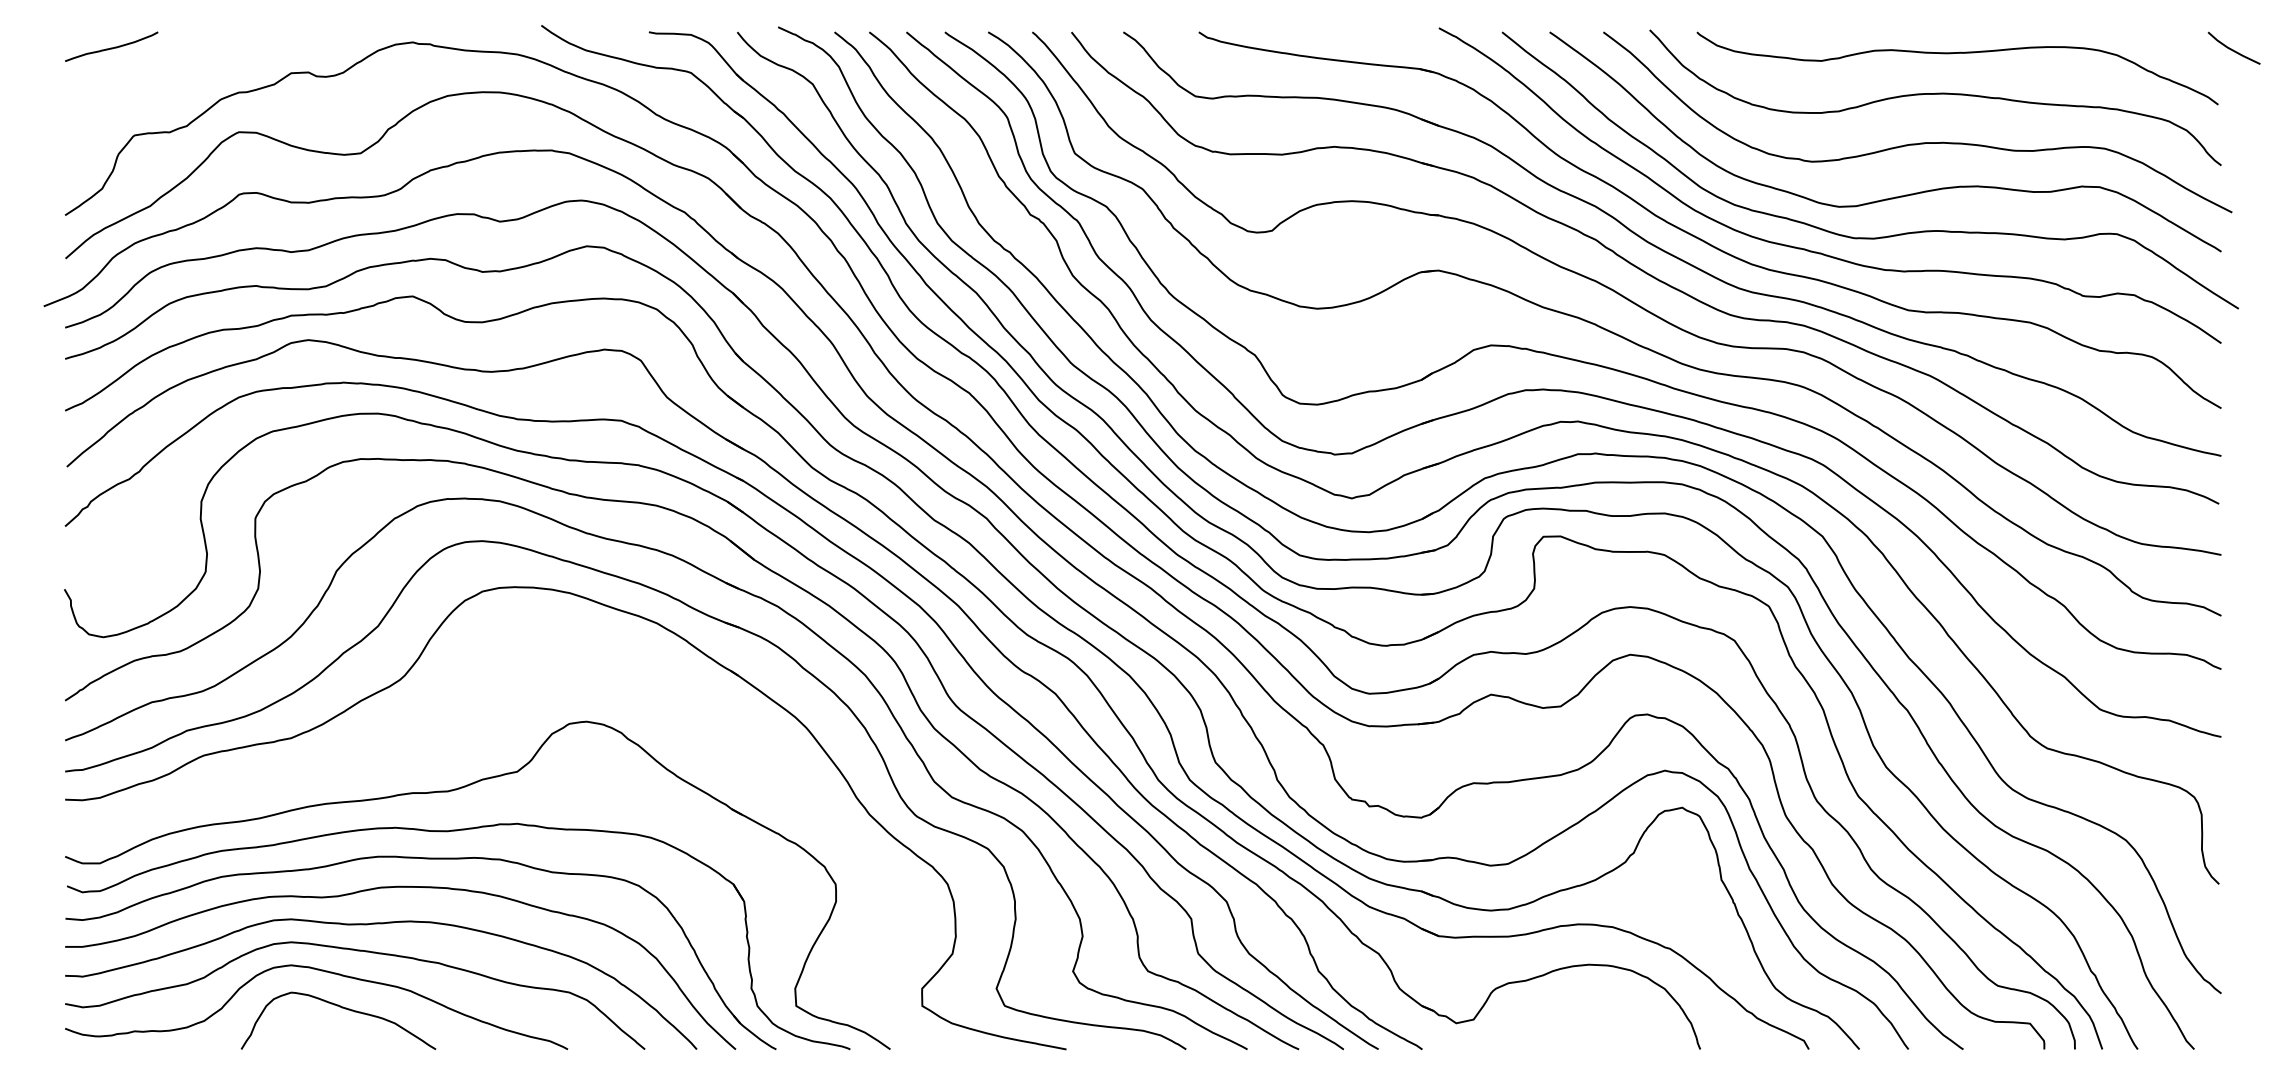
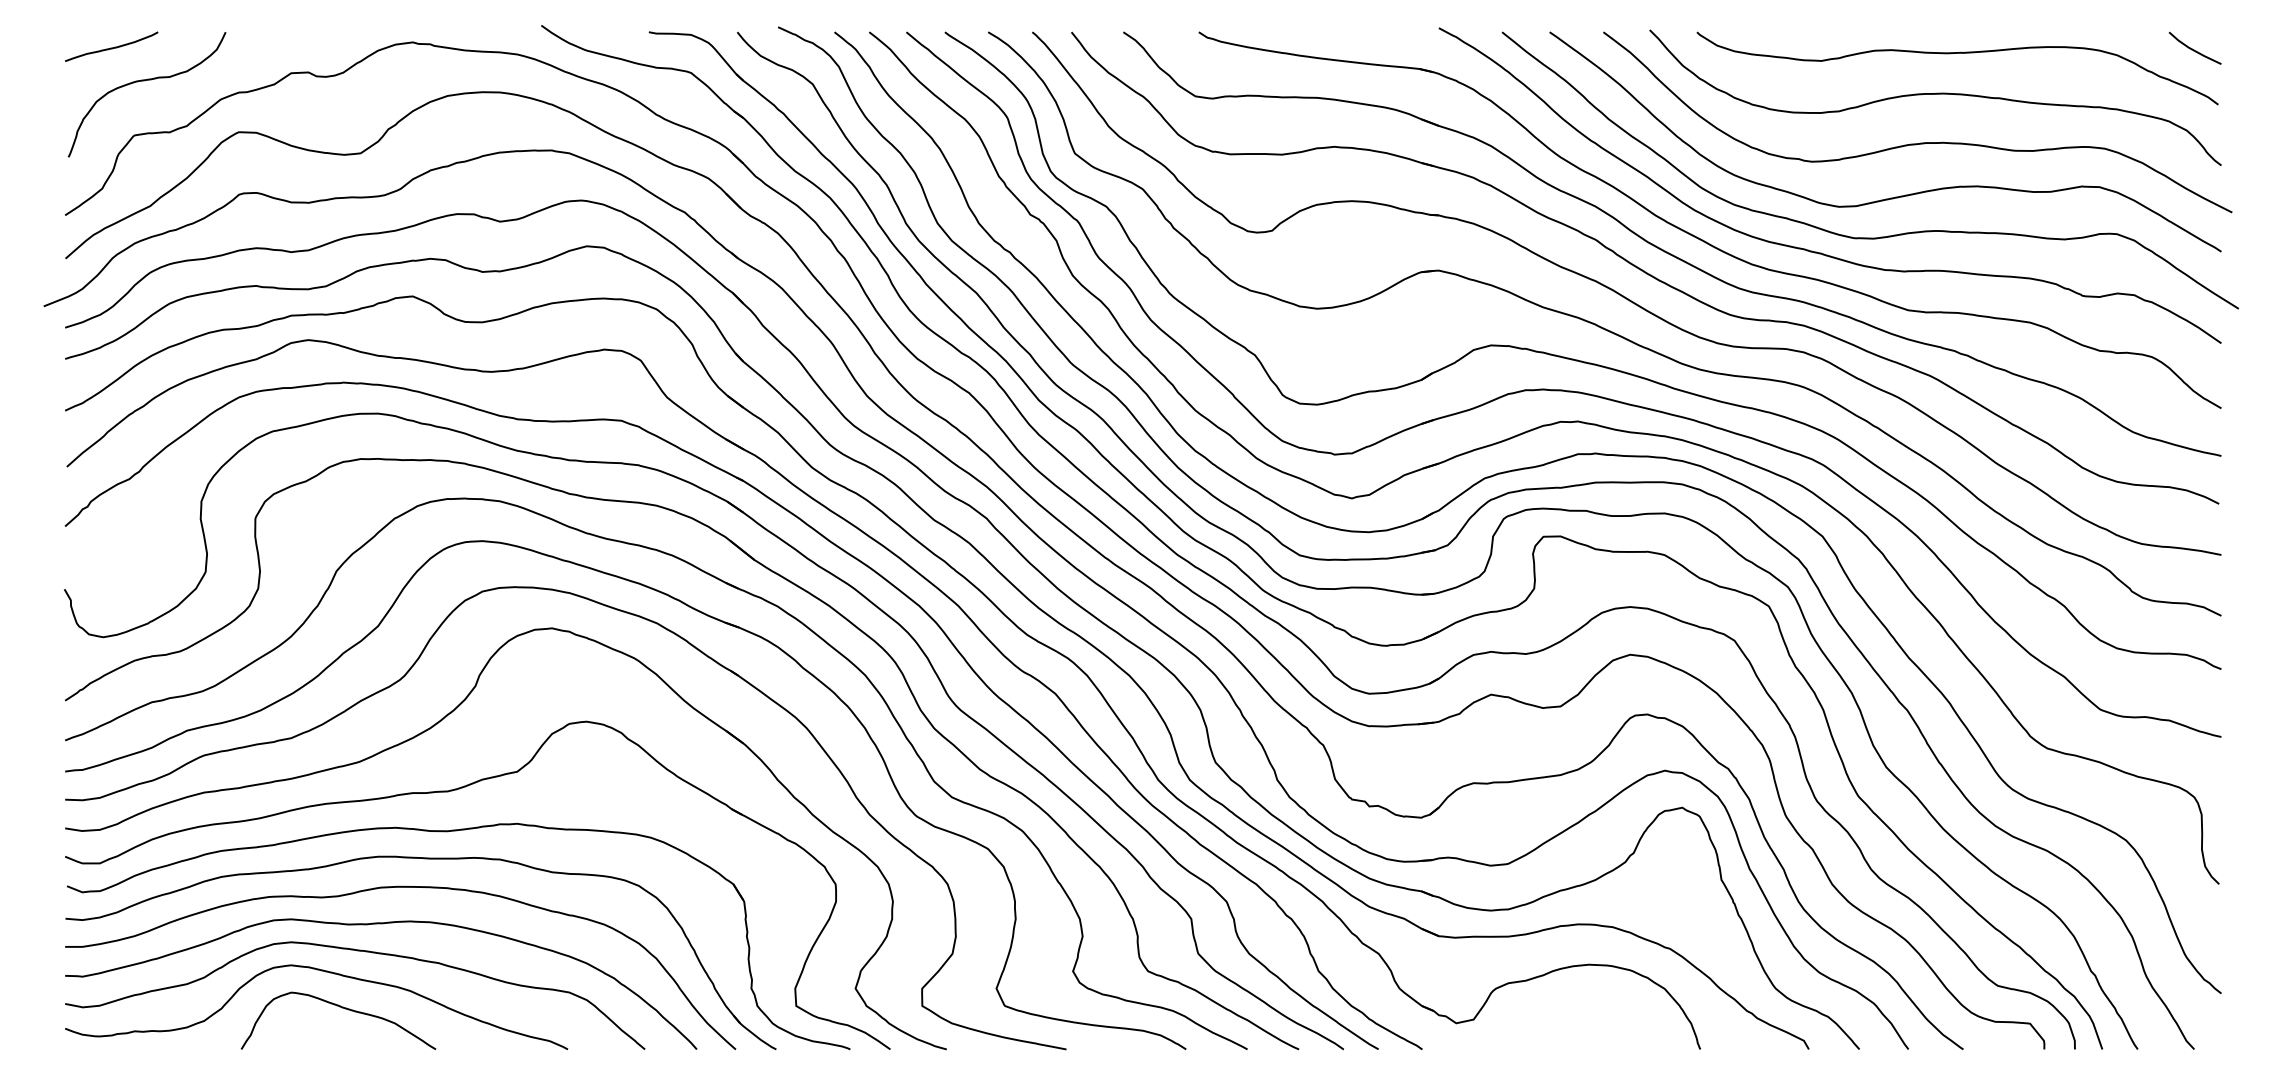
line at (2233, 49) position: (2233, 49) -> (2194, 49)
curve at (144, 81): none -> present
part at (433, 727): none -> present
